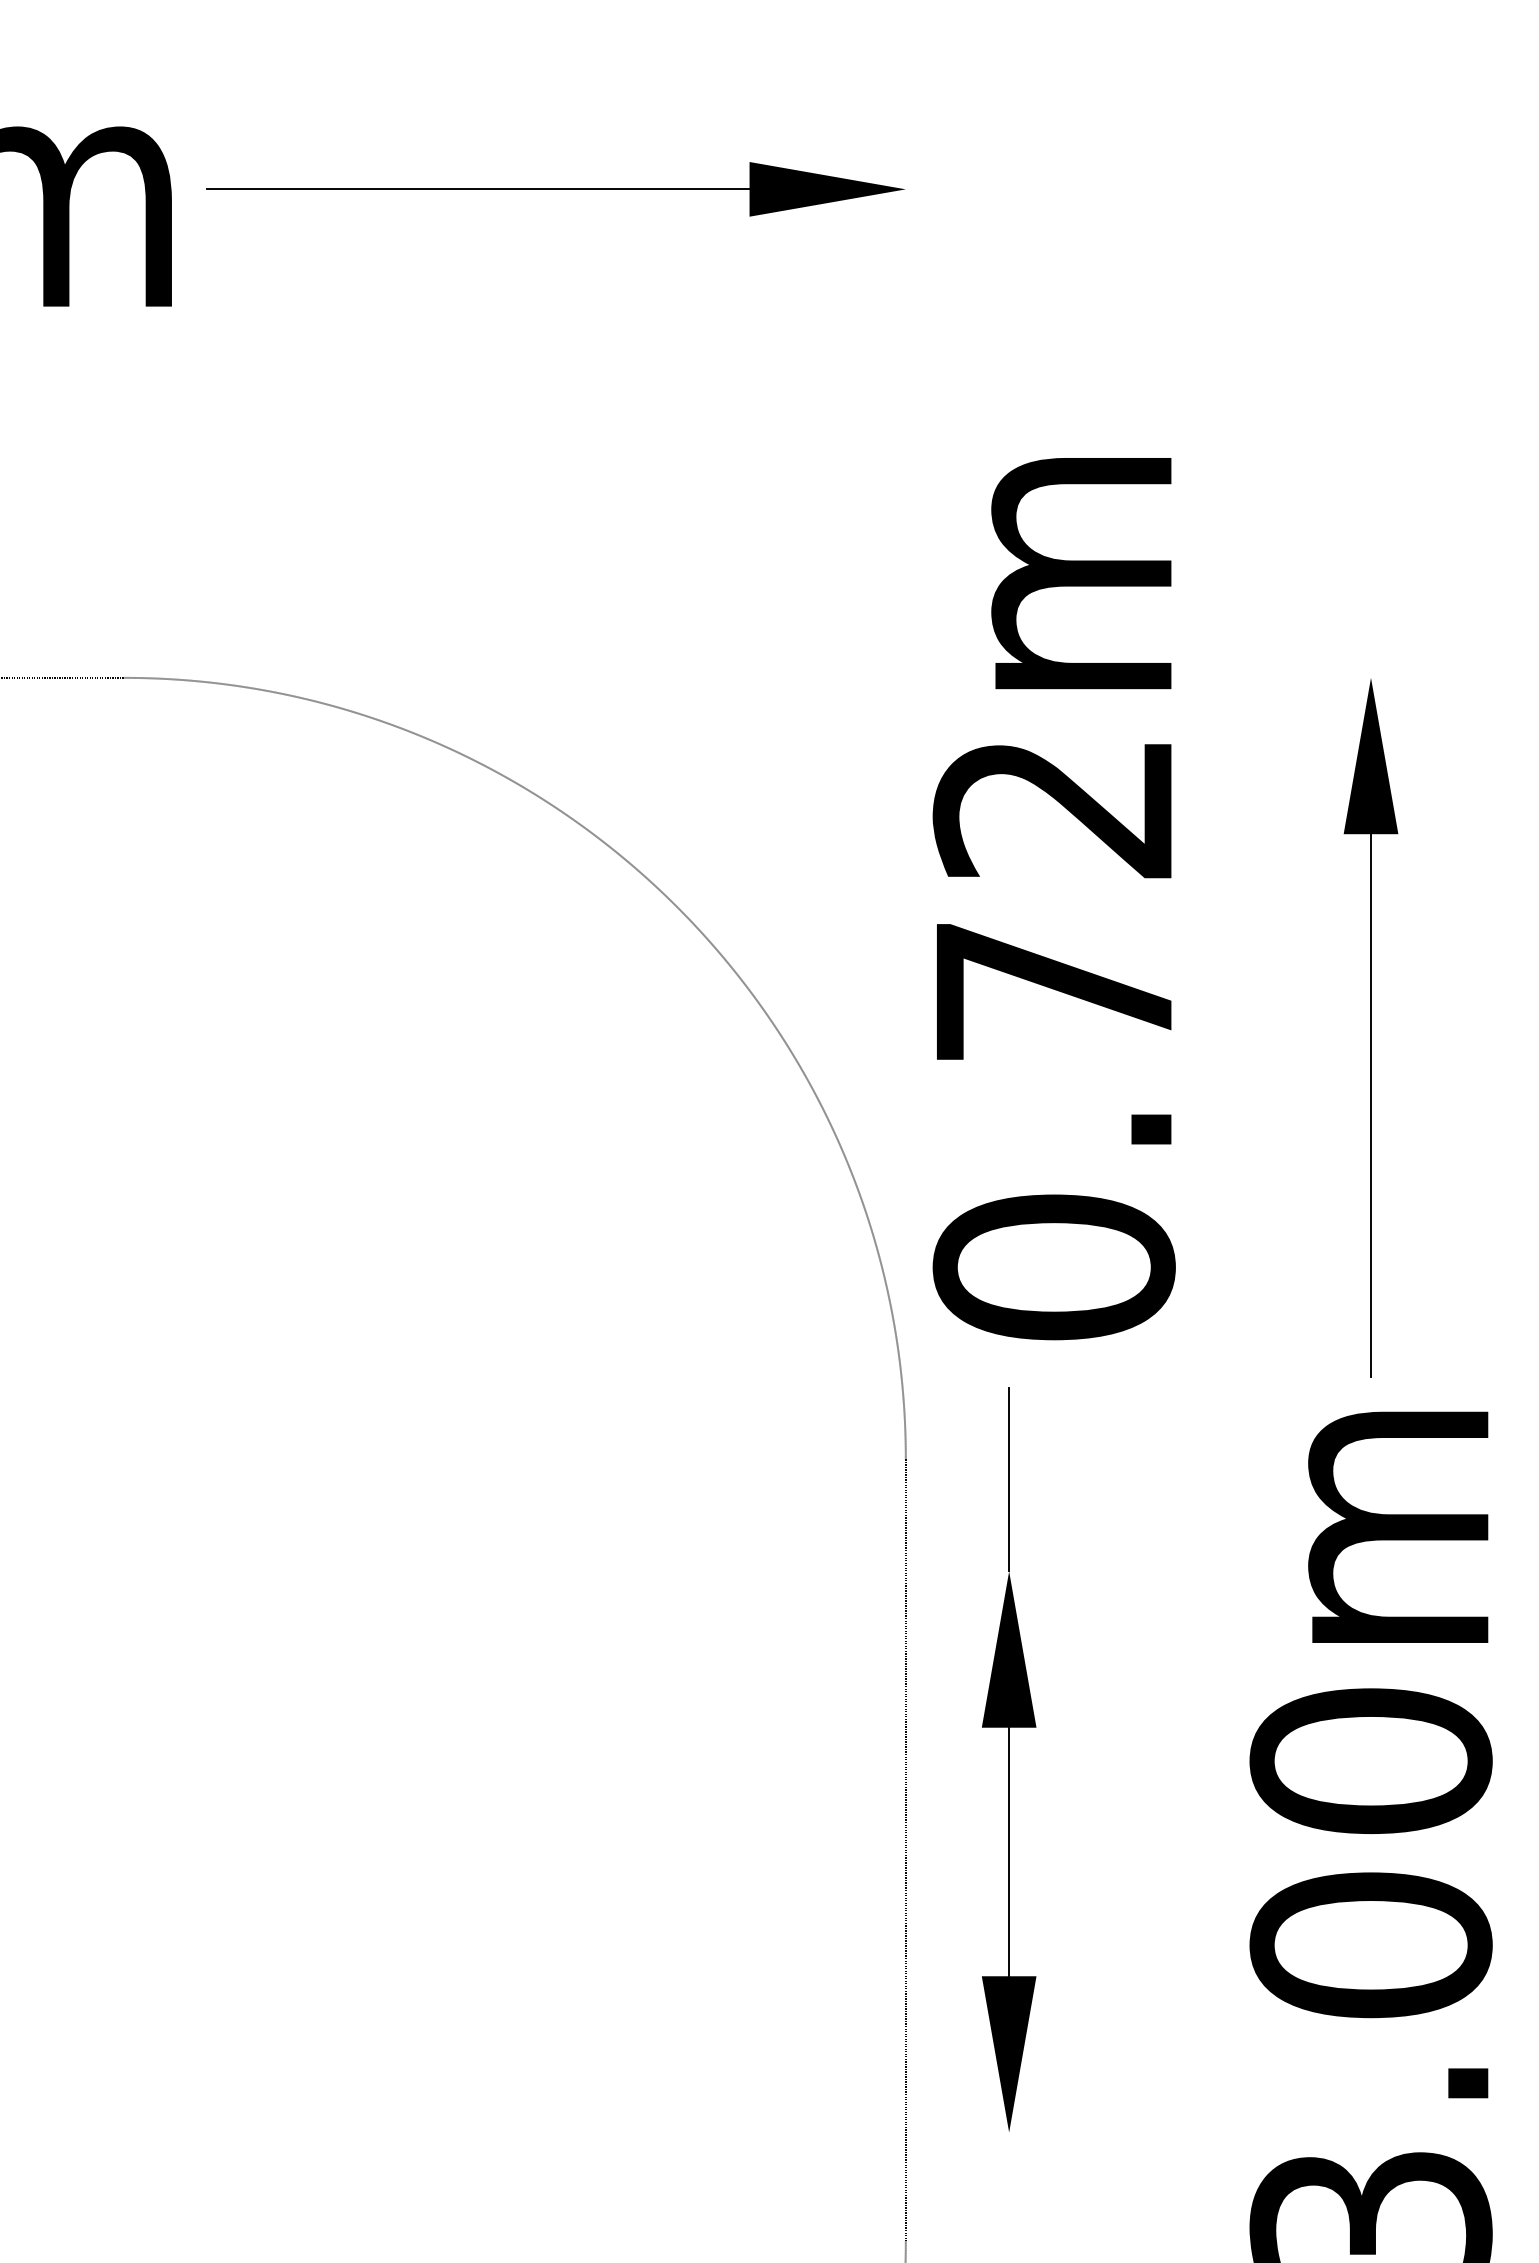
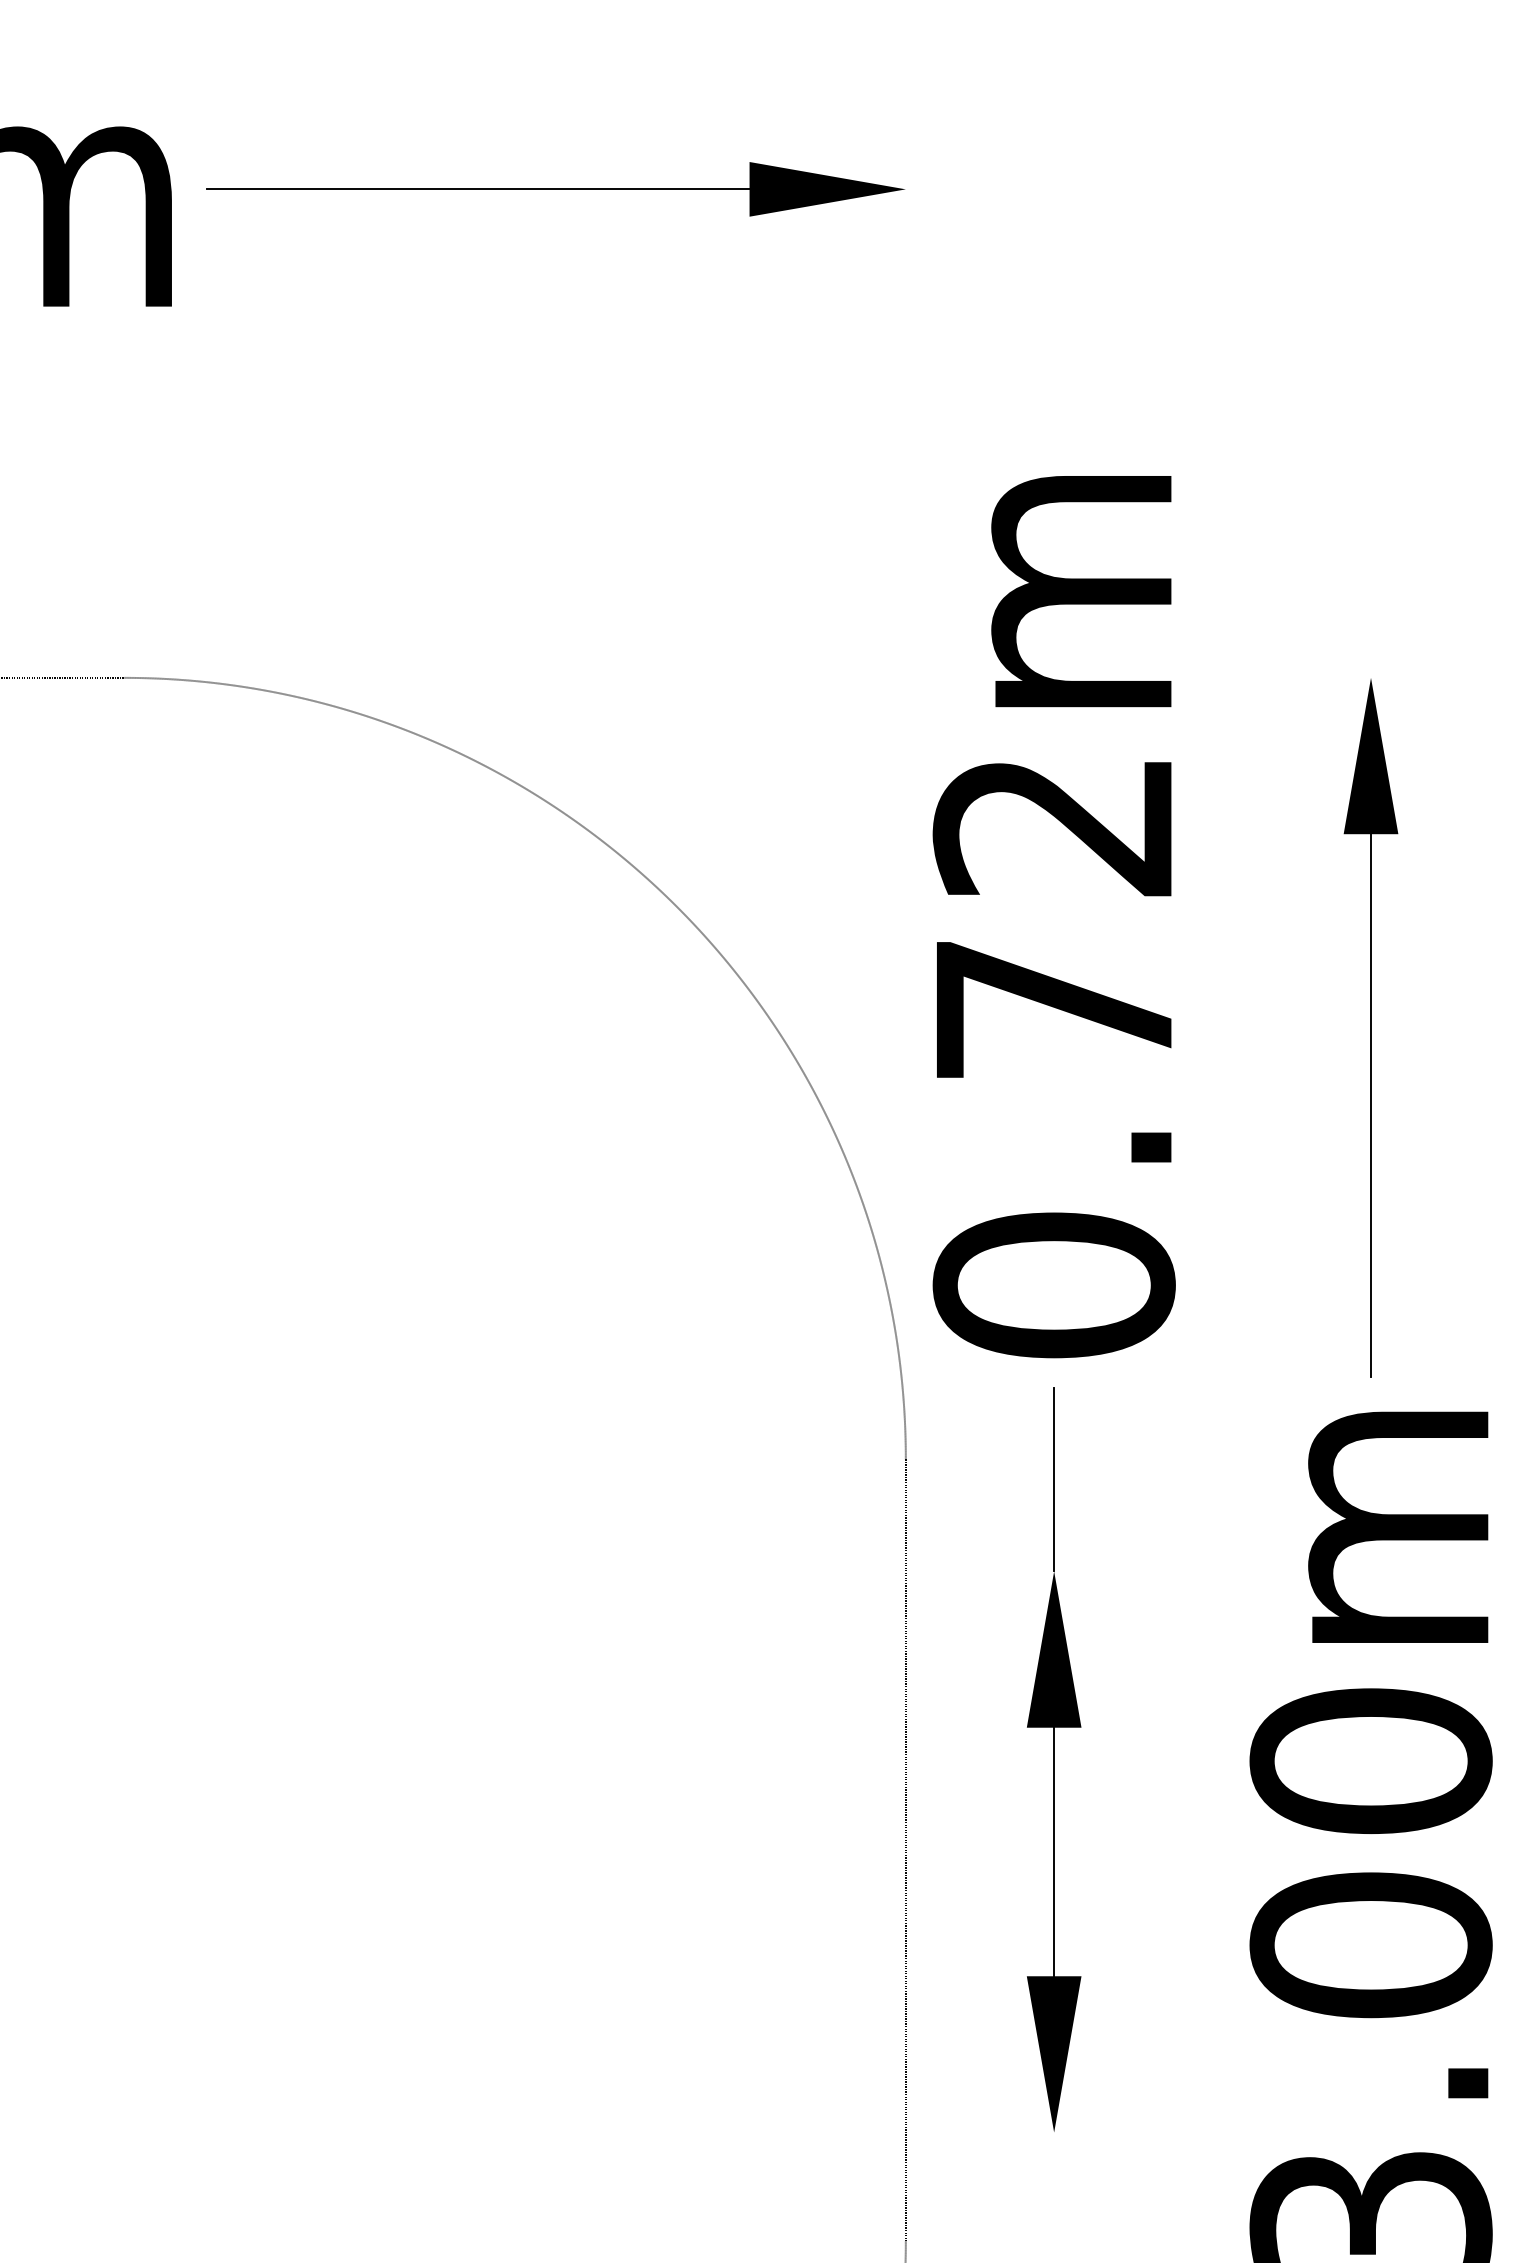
text at (1053, 899) position: (1053, 899) -> (1053, 917)
part at (1009, 1759) position: (1009, 1759) -> (1054, 1759)
